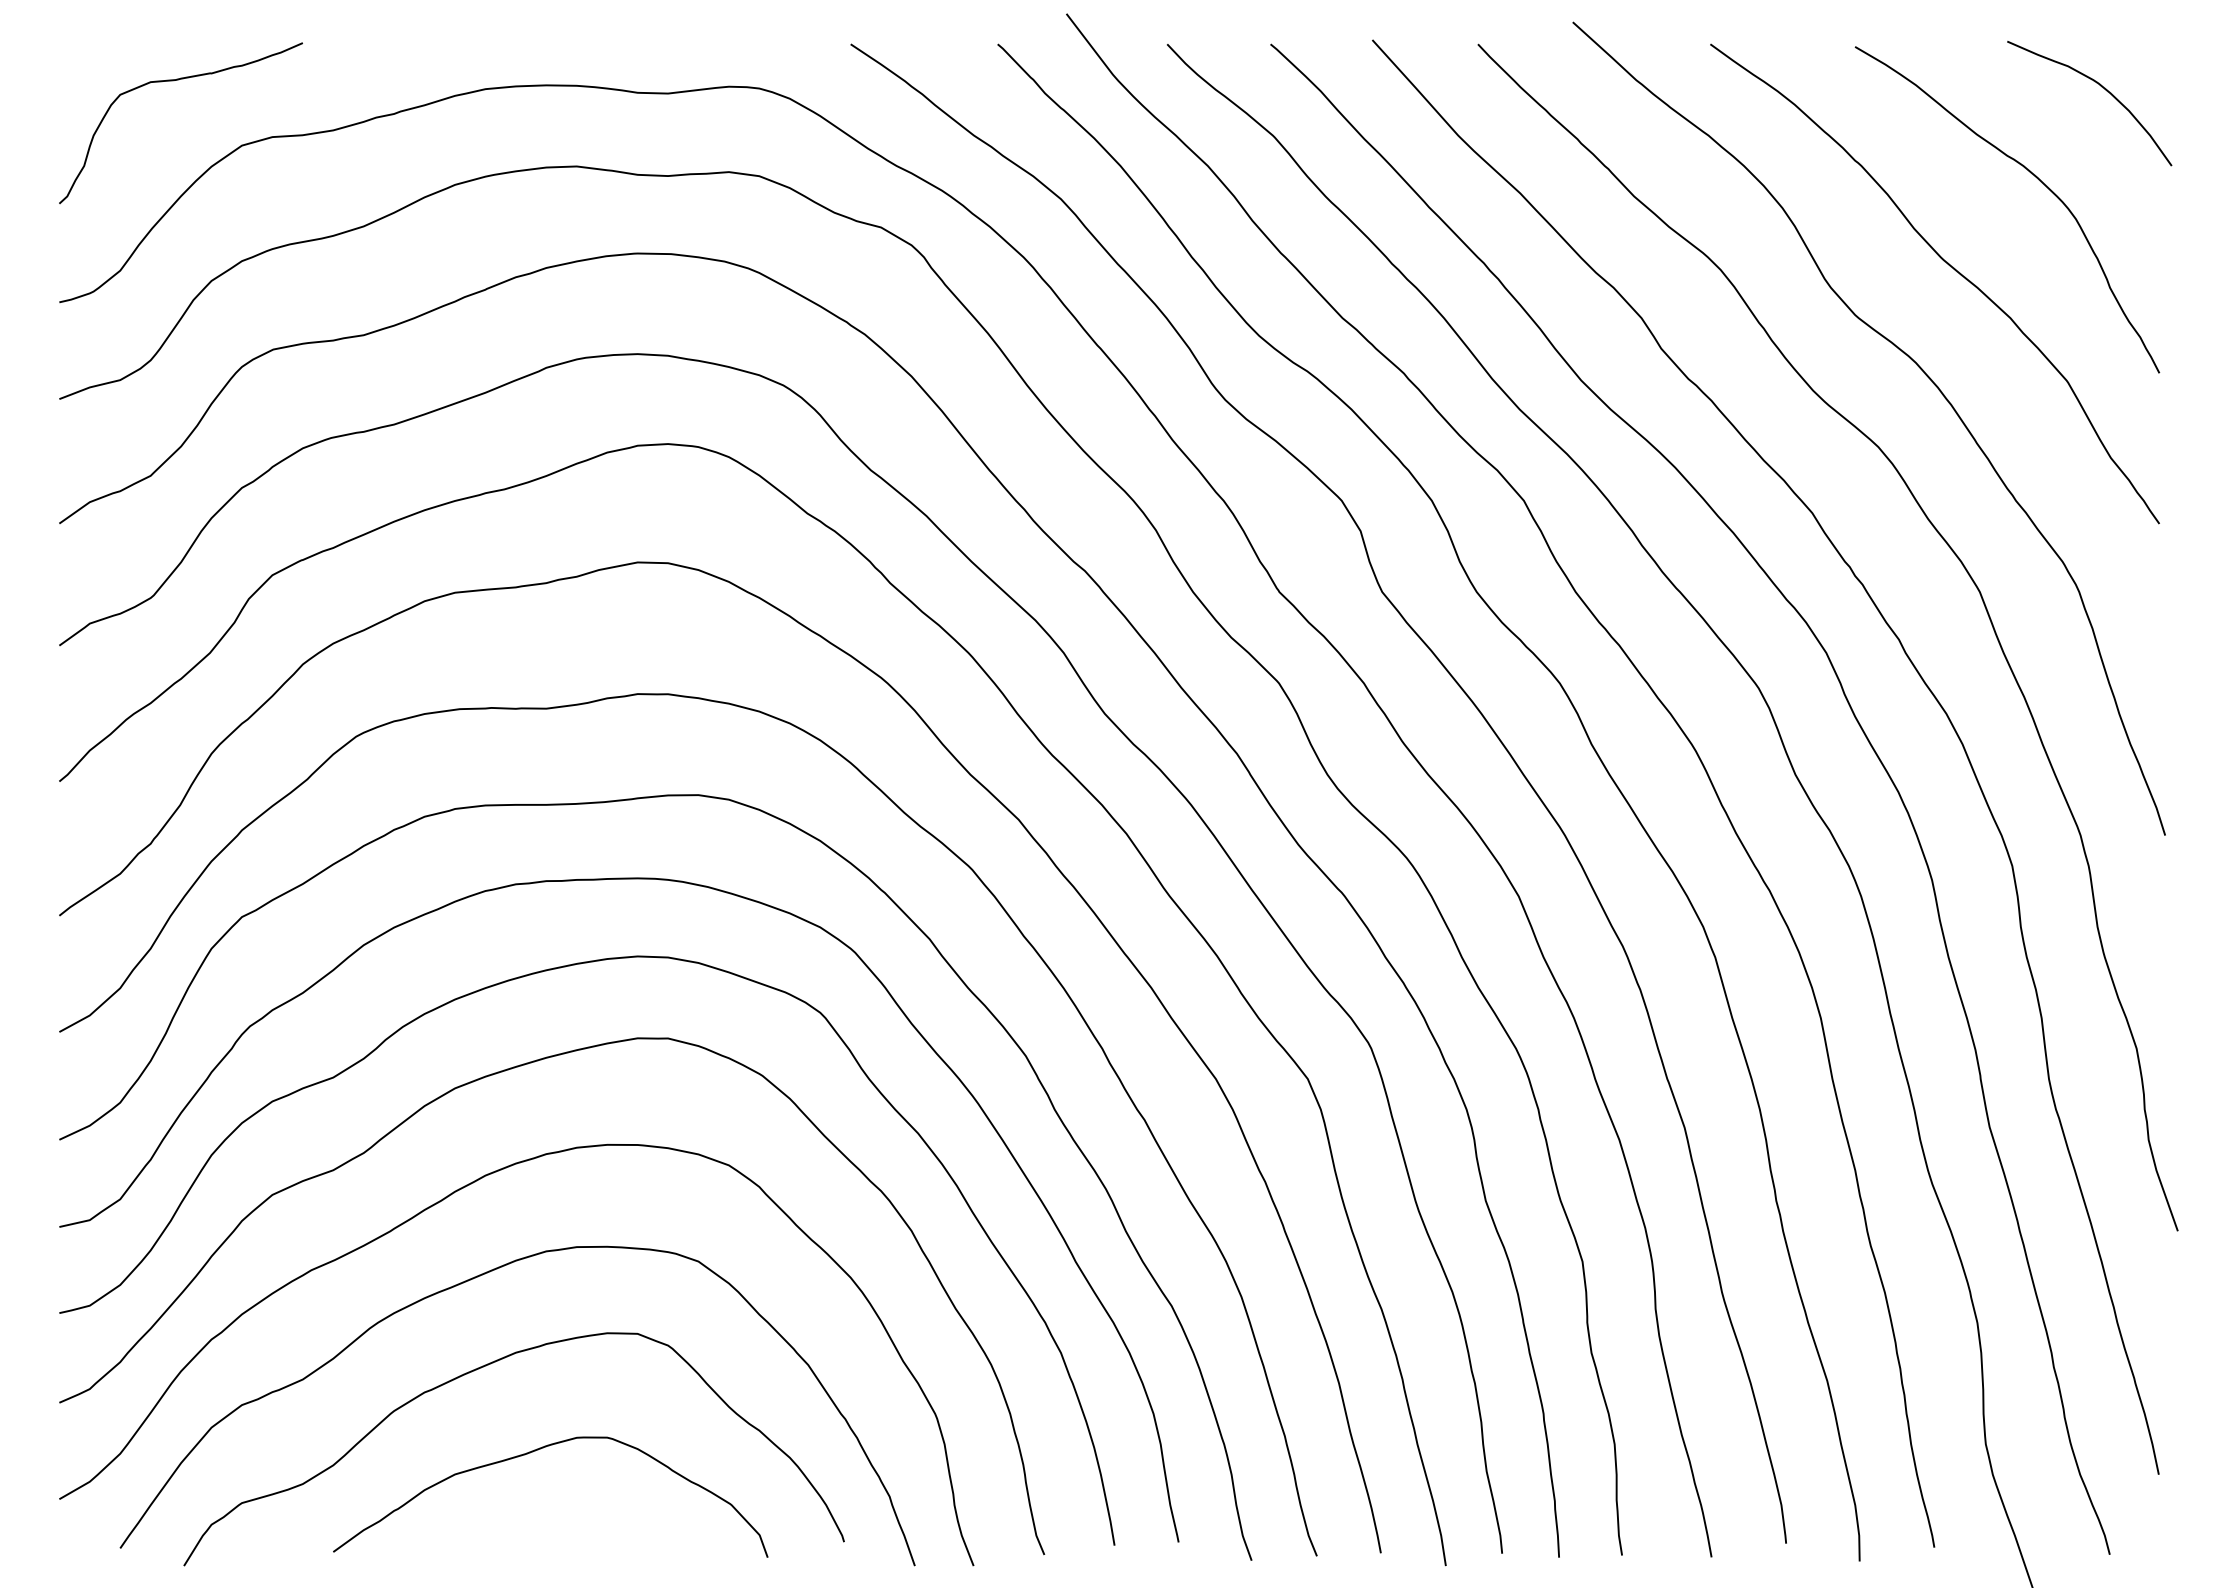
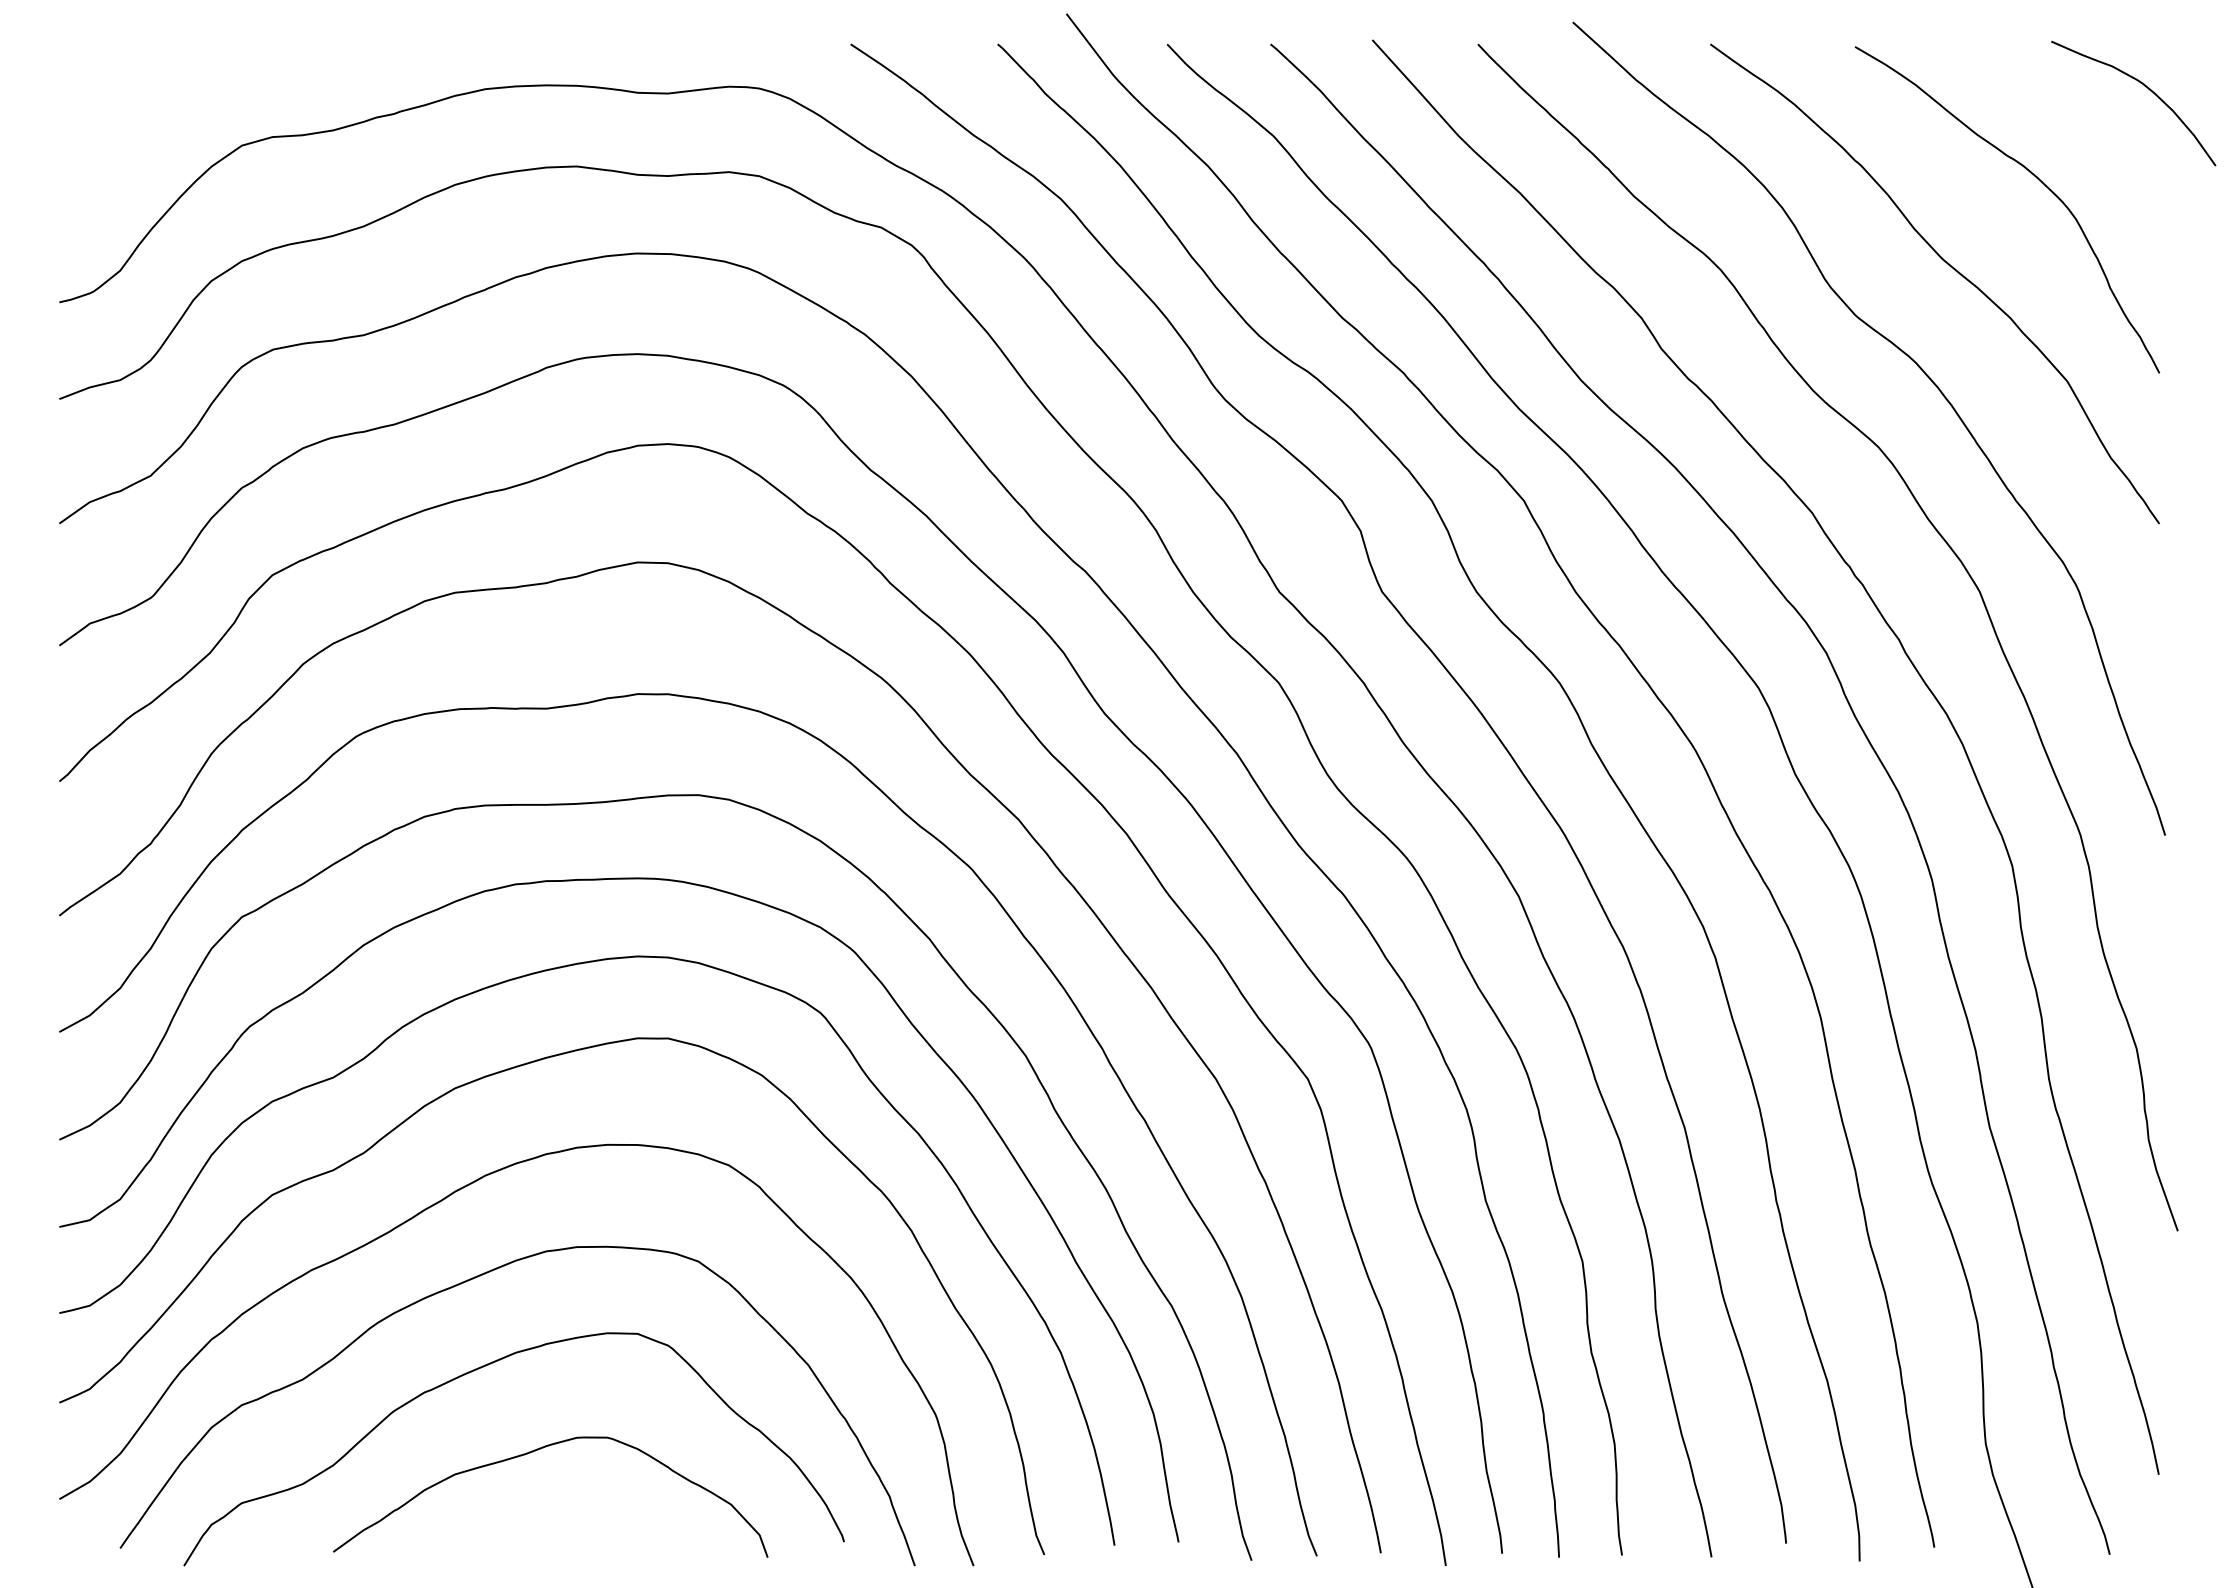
curve at (173, 81): present -> none
curve at (2101, 87) position: (2101, 87) -> (2145, 87)
